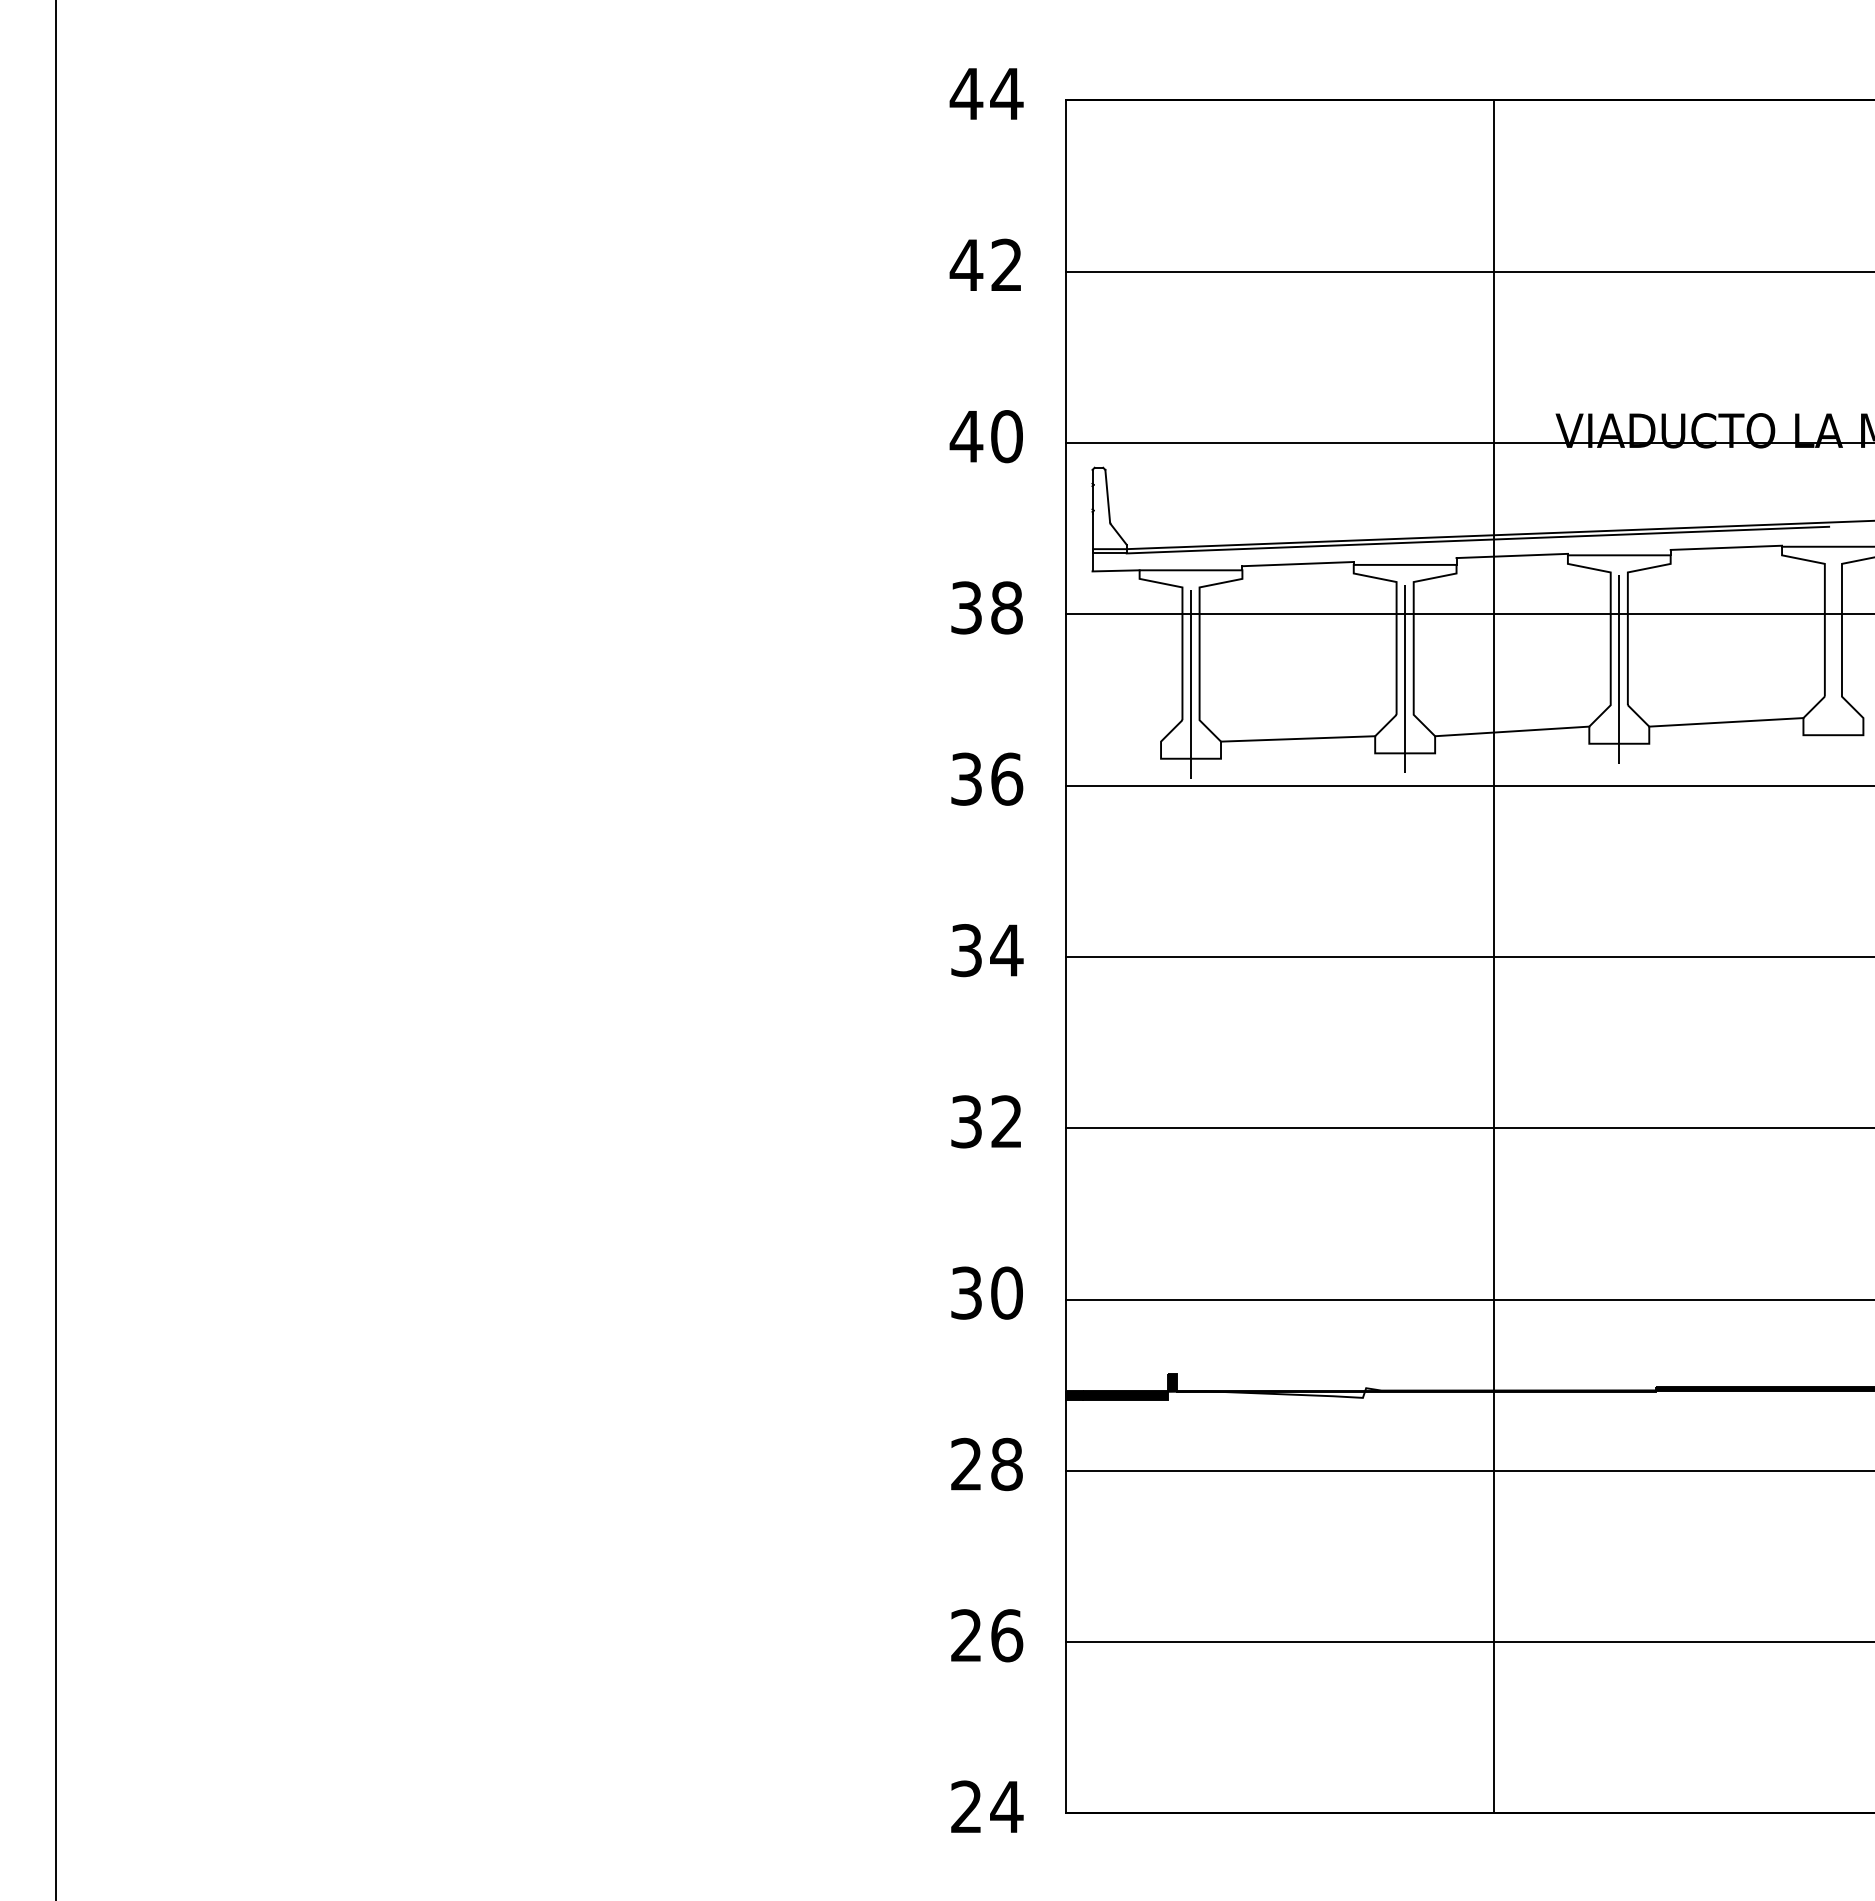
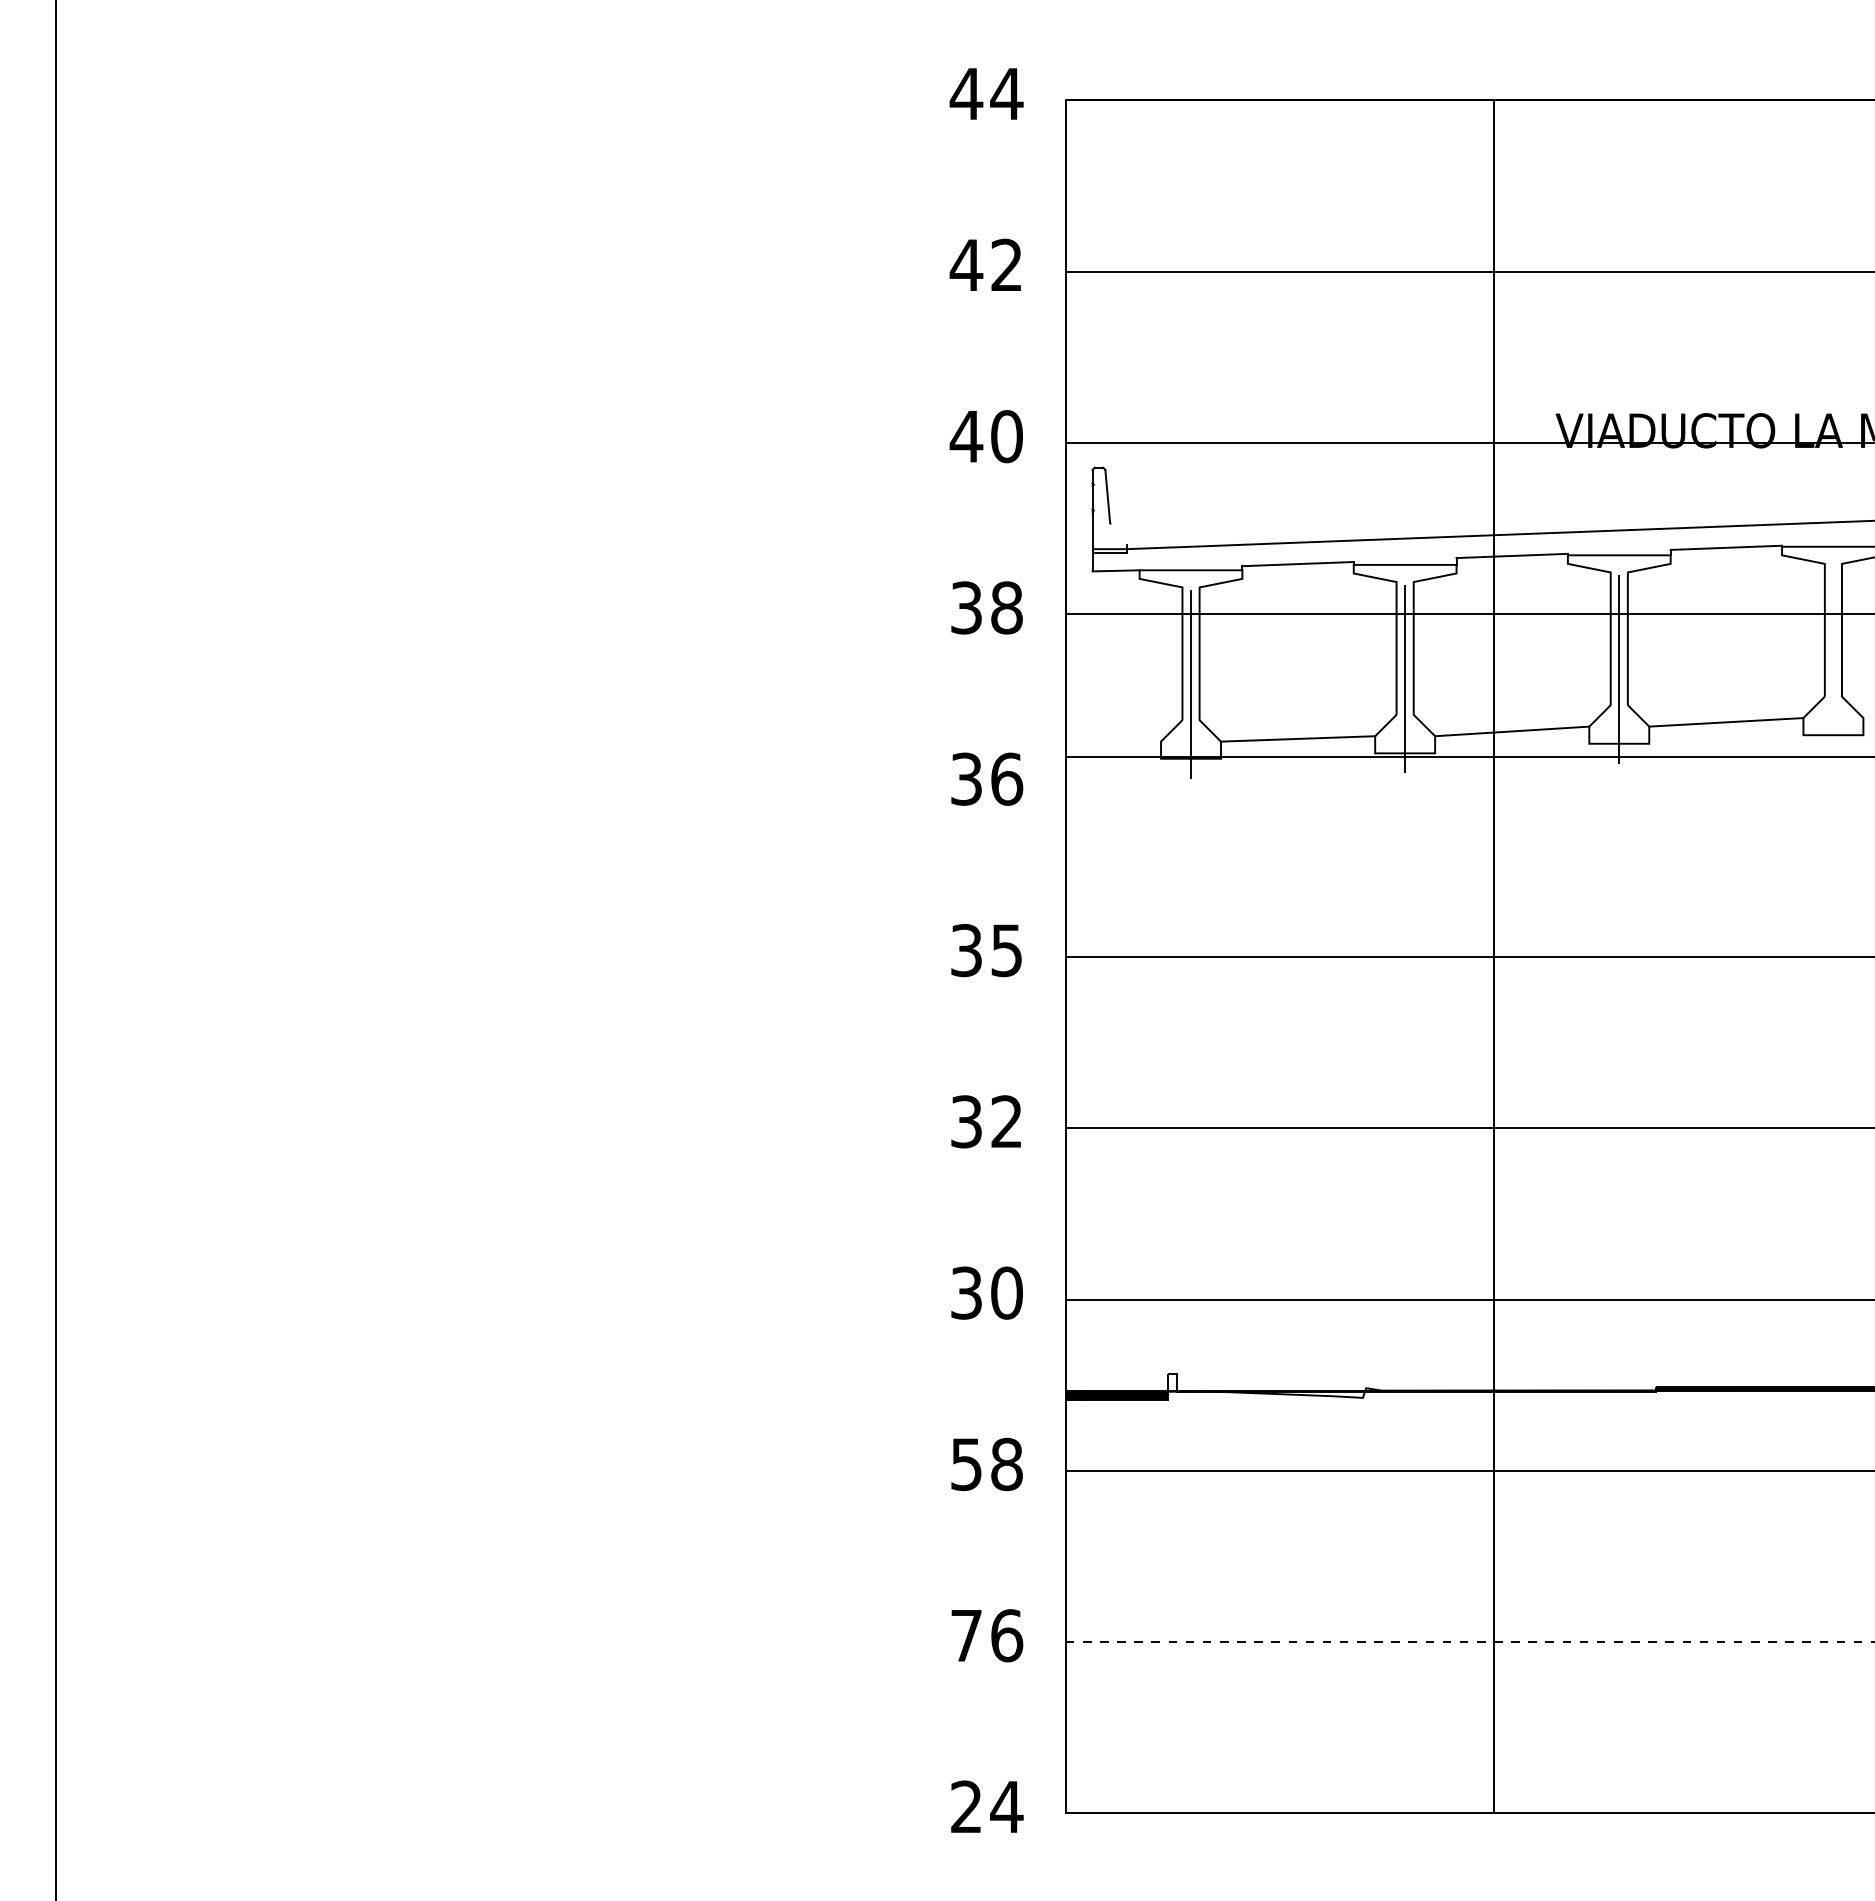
line at (1118, 534): present -> none
line at (1477, 539): present -> none
line at (1468, 785) position: (1468, 785) -> (1468, 756)
text at (1006, 950): 34 -> 35
fill at (1172, 1382): present -> none
text at (966, 1464): 28 -> 58
text at (966, 1635): 26 -> 76
line at (1470, 1642): solid -> dashed
